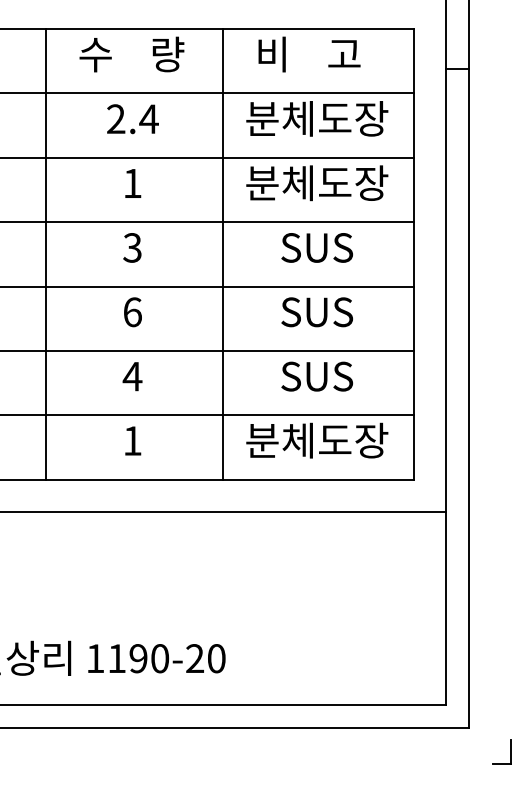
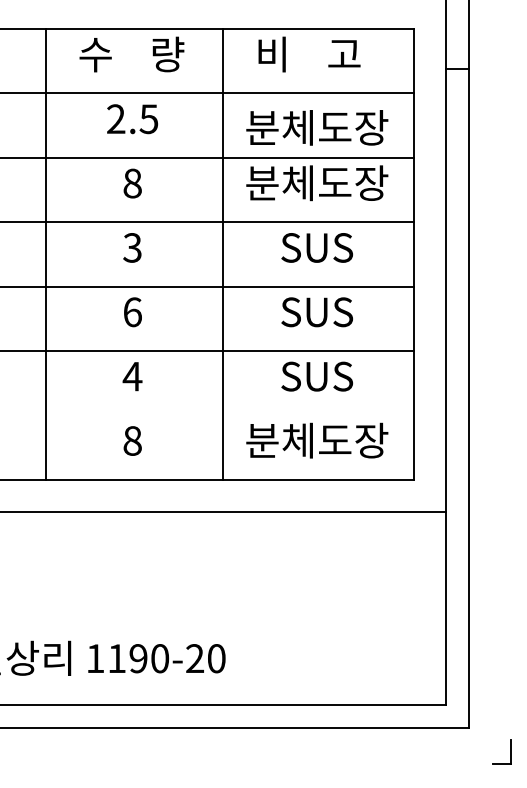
text at (317, 118) position: (317, 118) -> (317, 127)
text at (148, 119): 2.4 -> 2.5
text at (132, 183): 1 -> 8
line at (207, 415): present -> none
text at (132, 440): 1 -> 8
